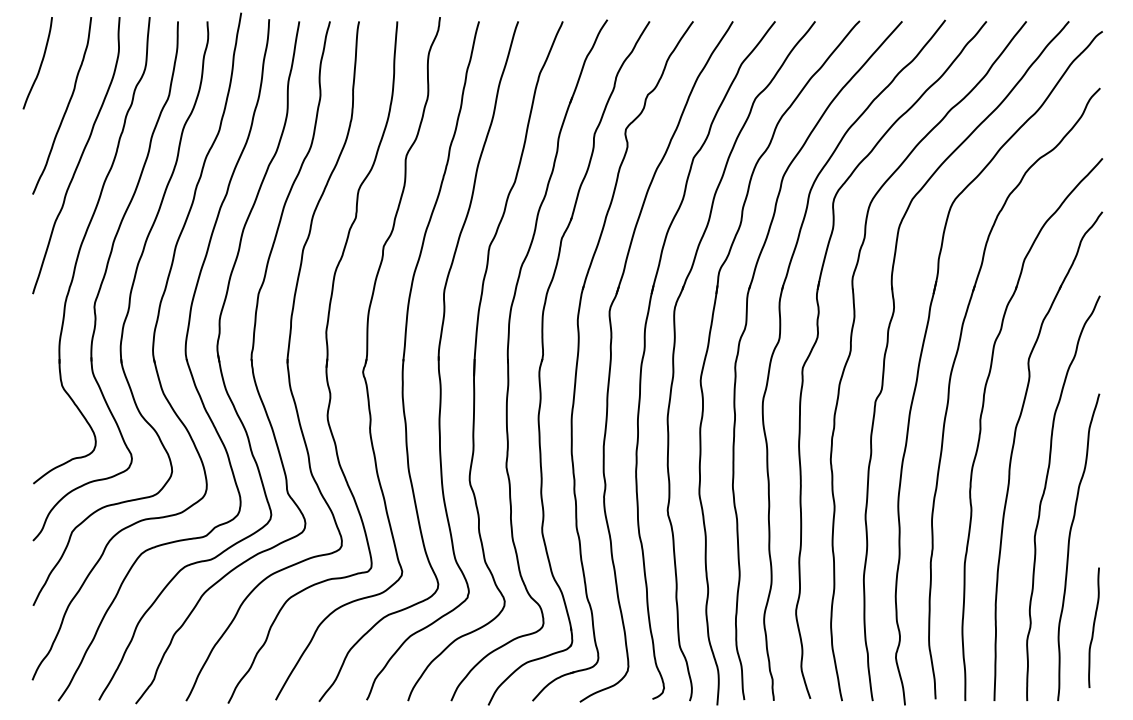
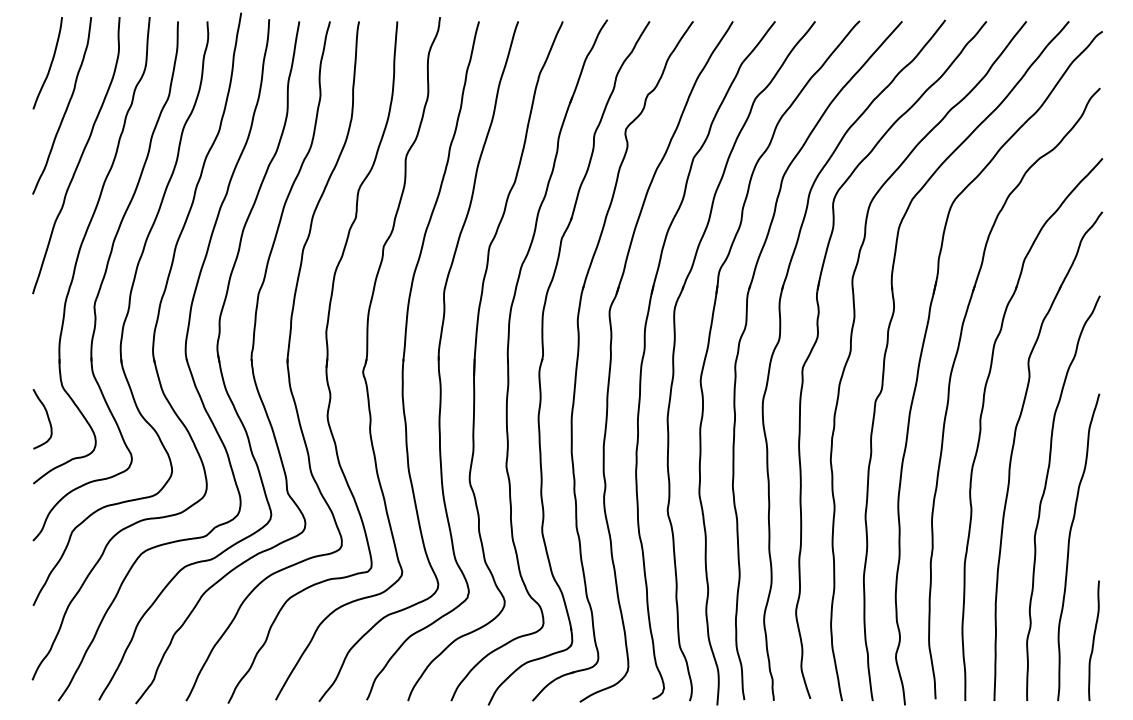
curve at (40, 63) position: (40, 63) -> (50, 63)
curve at (47, 418): none -> present
curve at (1093, 627) position: (1093, 627) -> (1093, 640)
